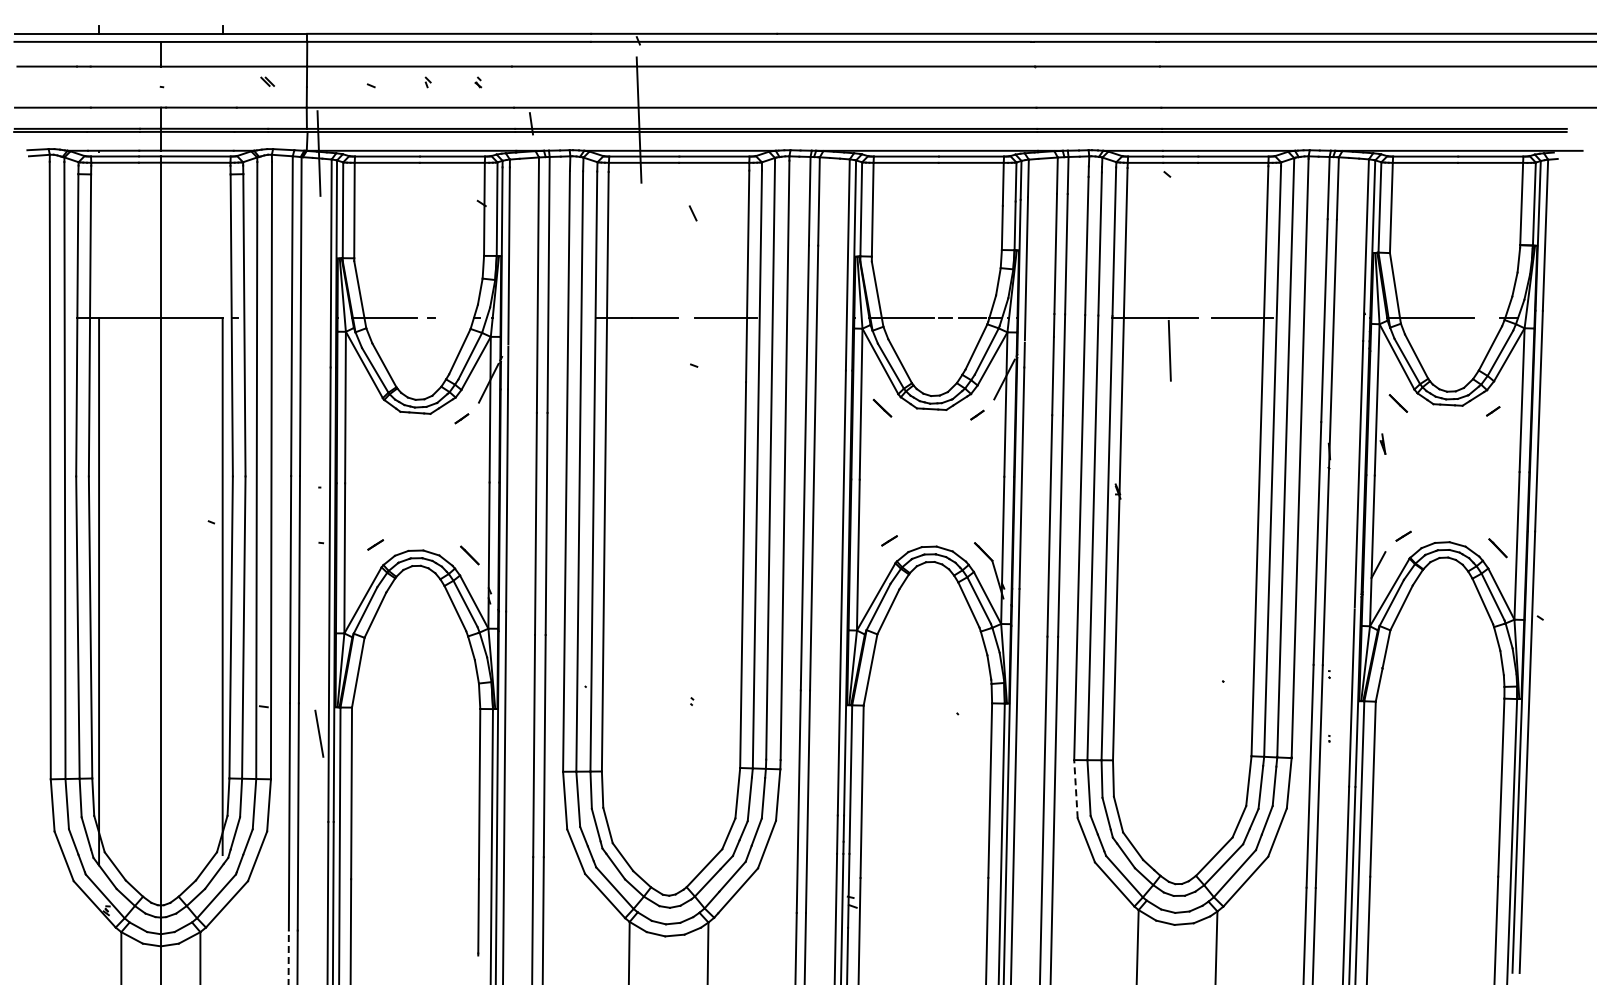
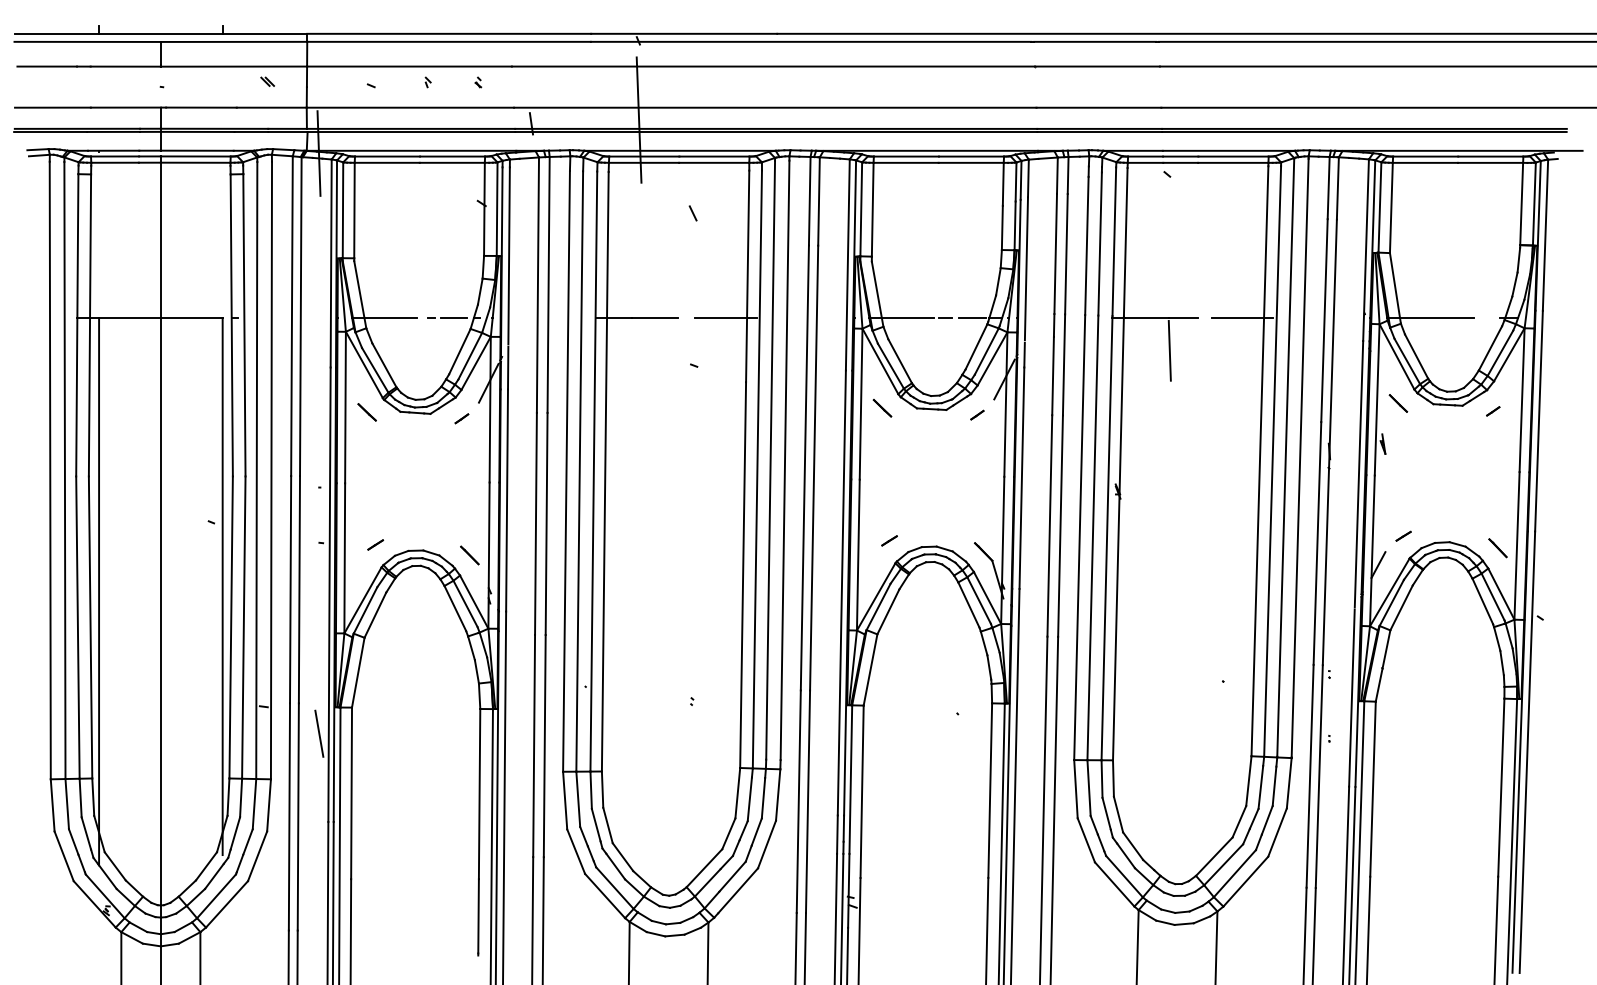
line at (454, 318): none -> present
line at (366, 412): none -> present
line at (1075, 788): dashed -> solid
line at (288, 957): dashed -> solid
